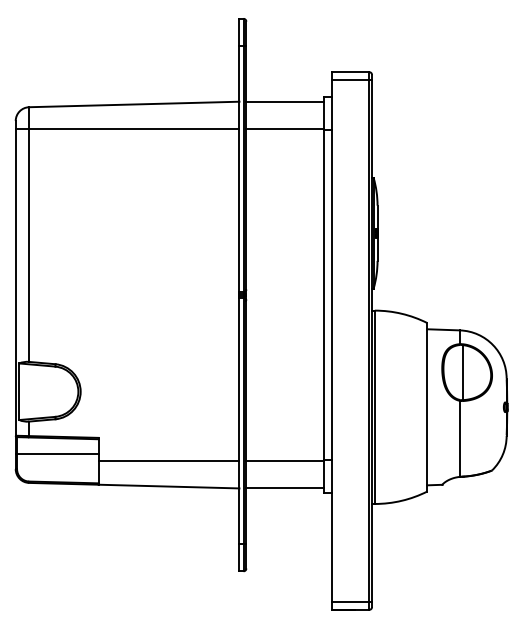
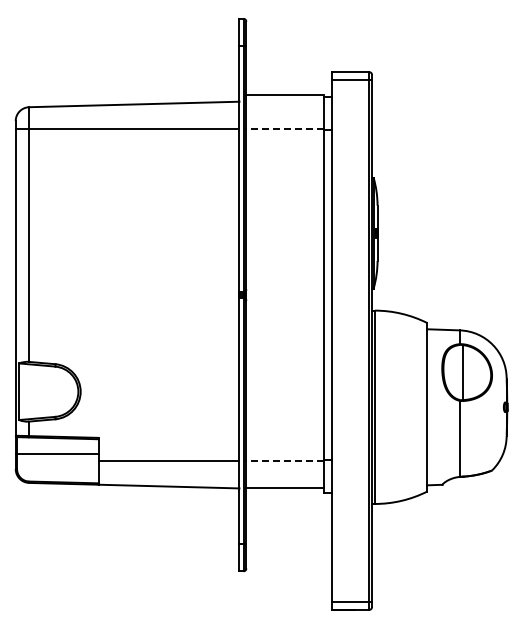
line at (284, 101) position: (284, 101) -> (284, 94)
line at (285, 129): solid -> dashed
line at (285, 460): solid -> dashed
